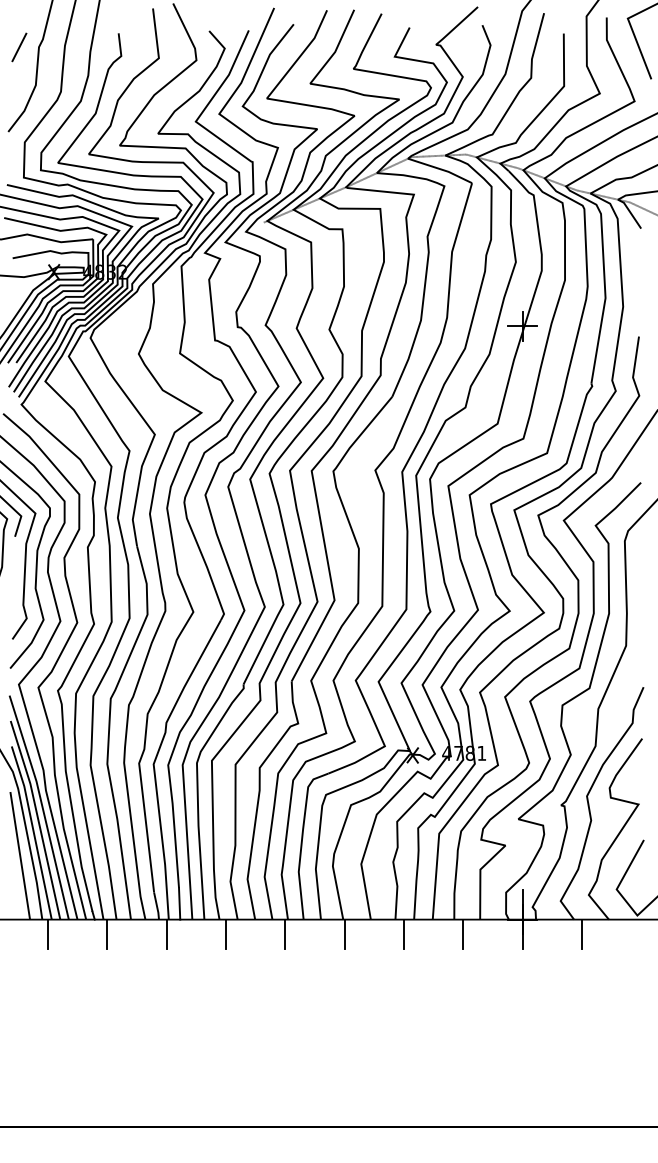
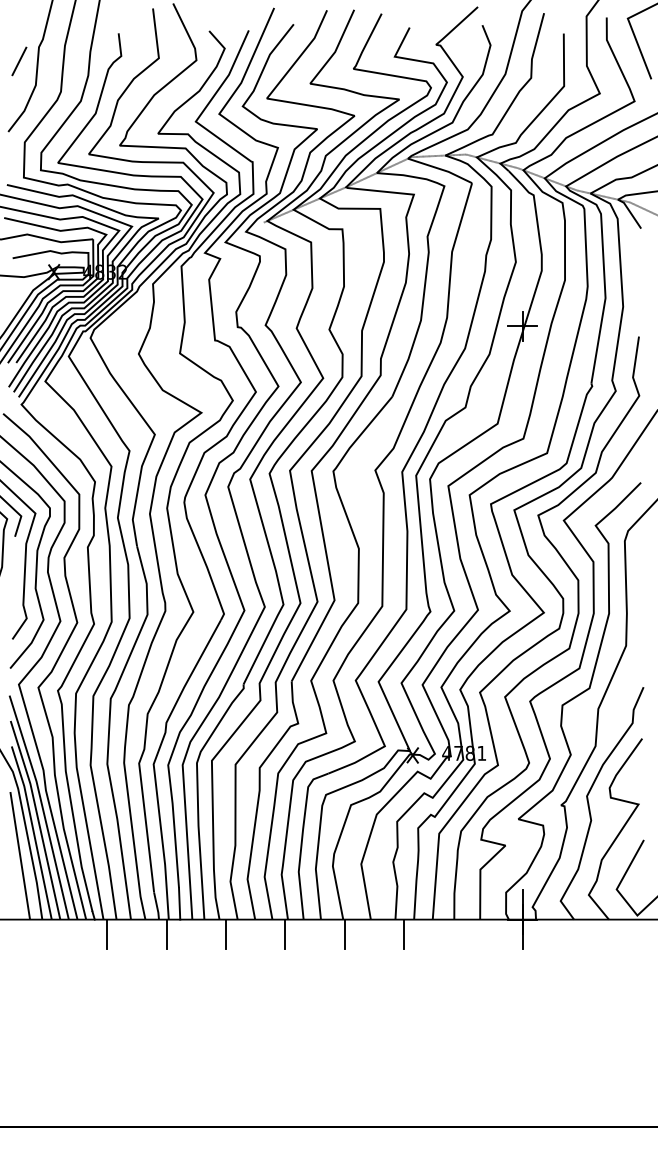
line at (19, 47) position: (19, 47) -> (19, 61)
line at (48, 934): present -> none
line at (463, 934): present -> none
line at (581, 934): present -> none
